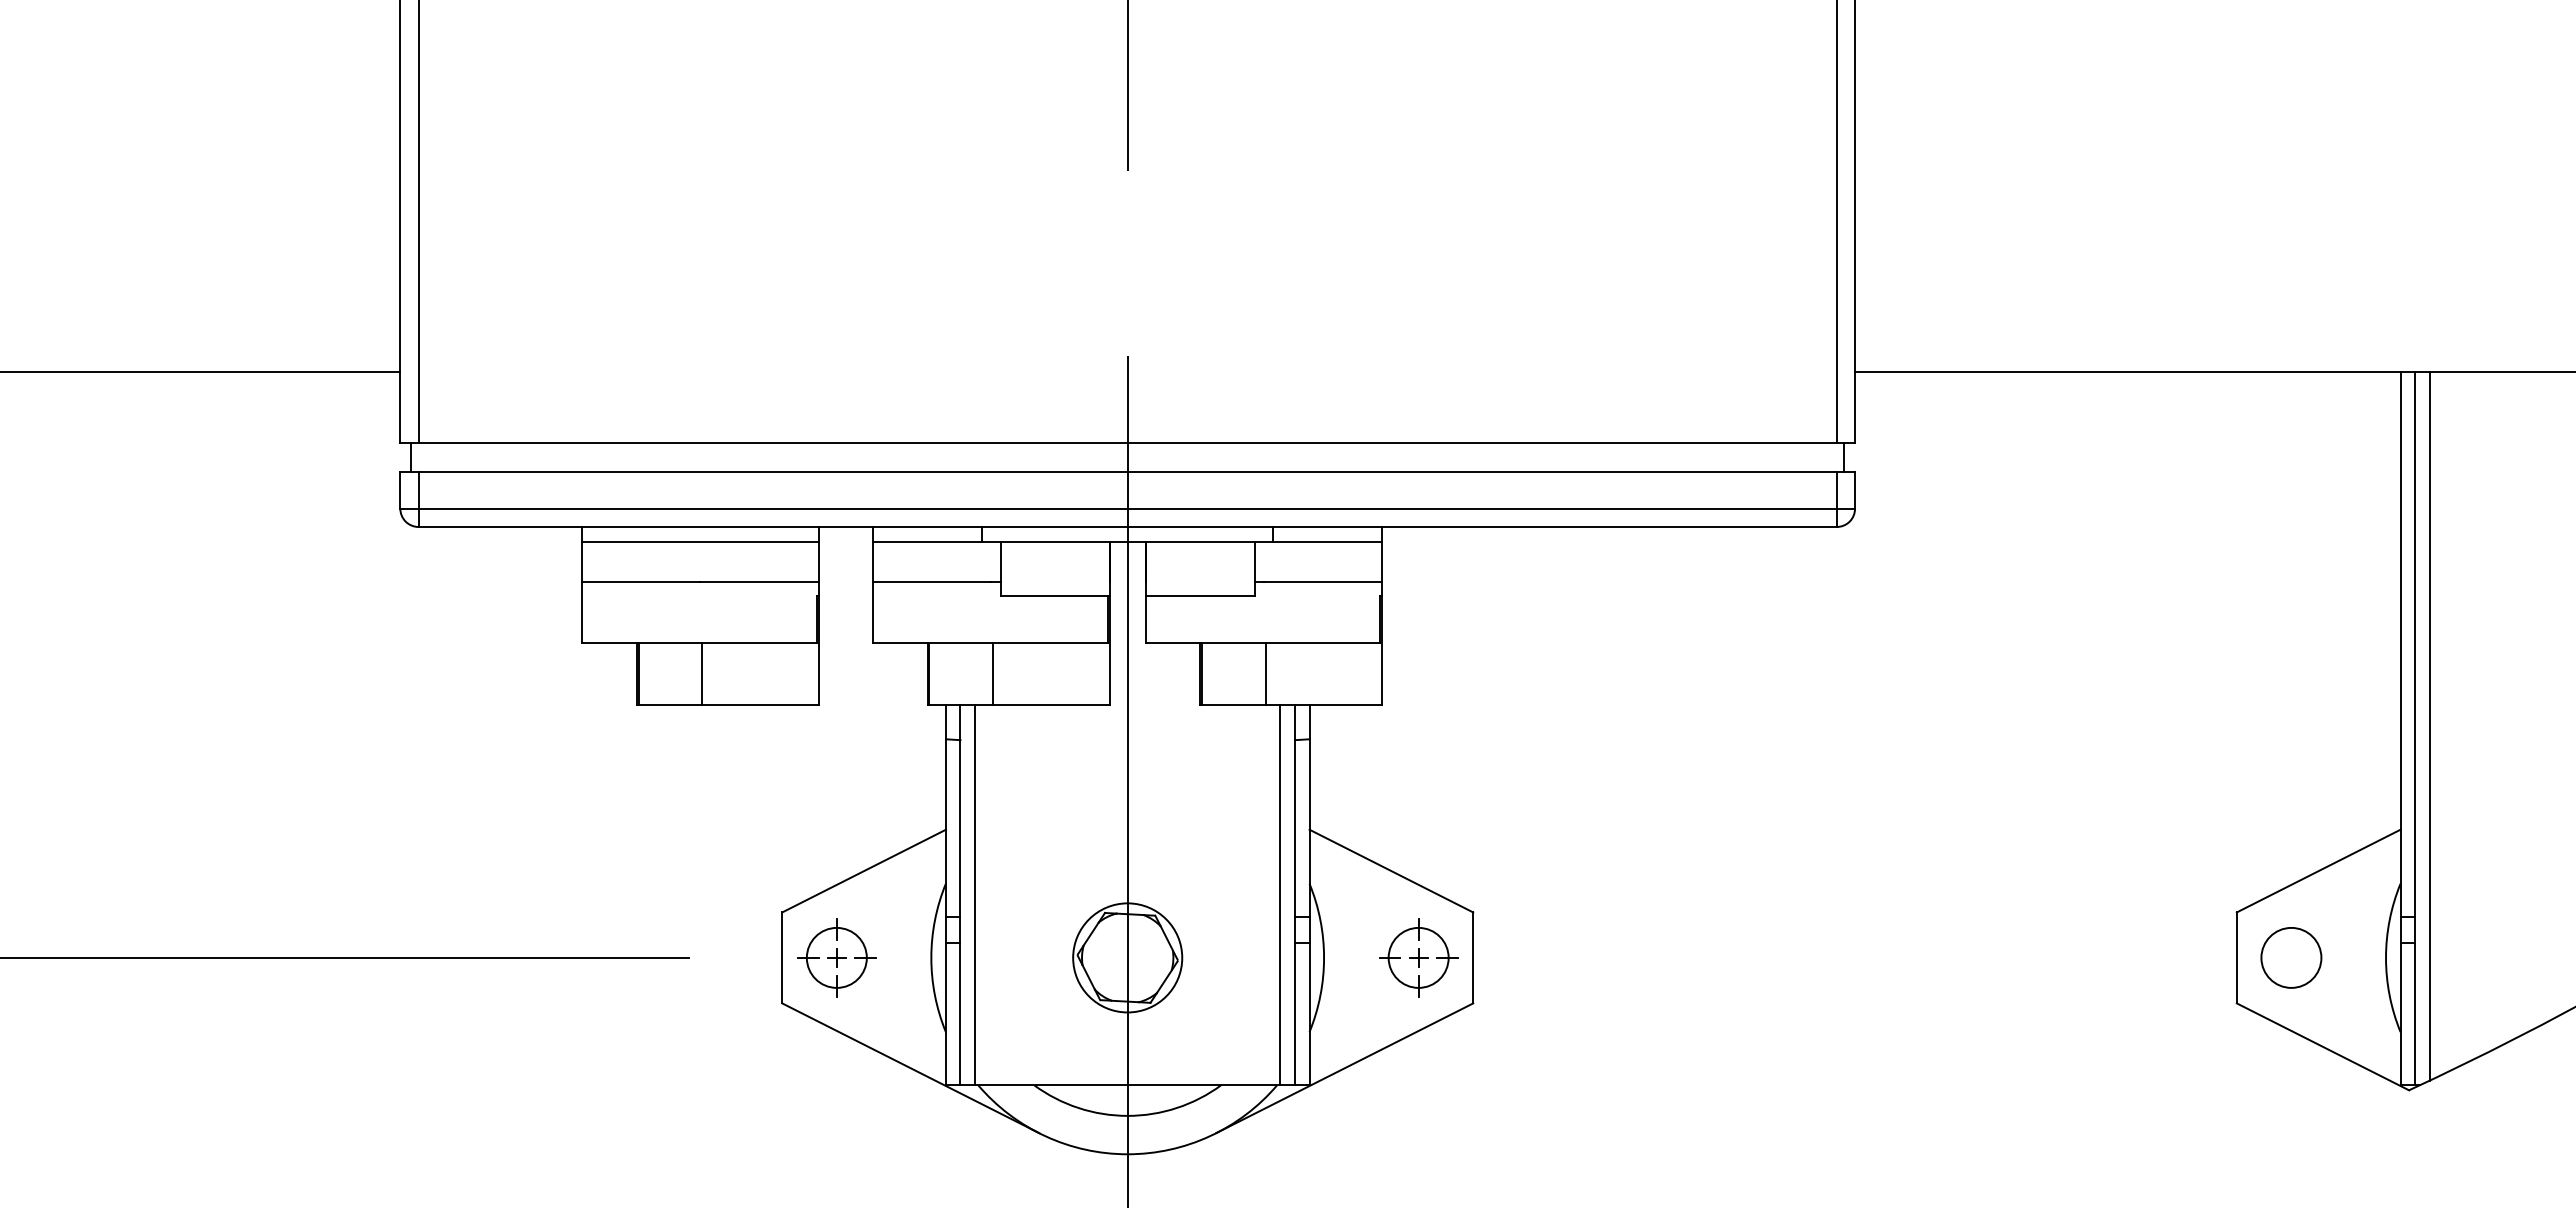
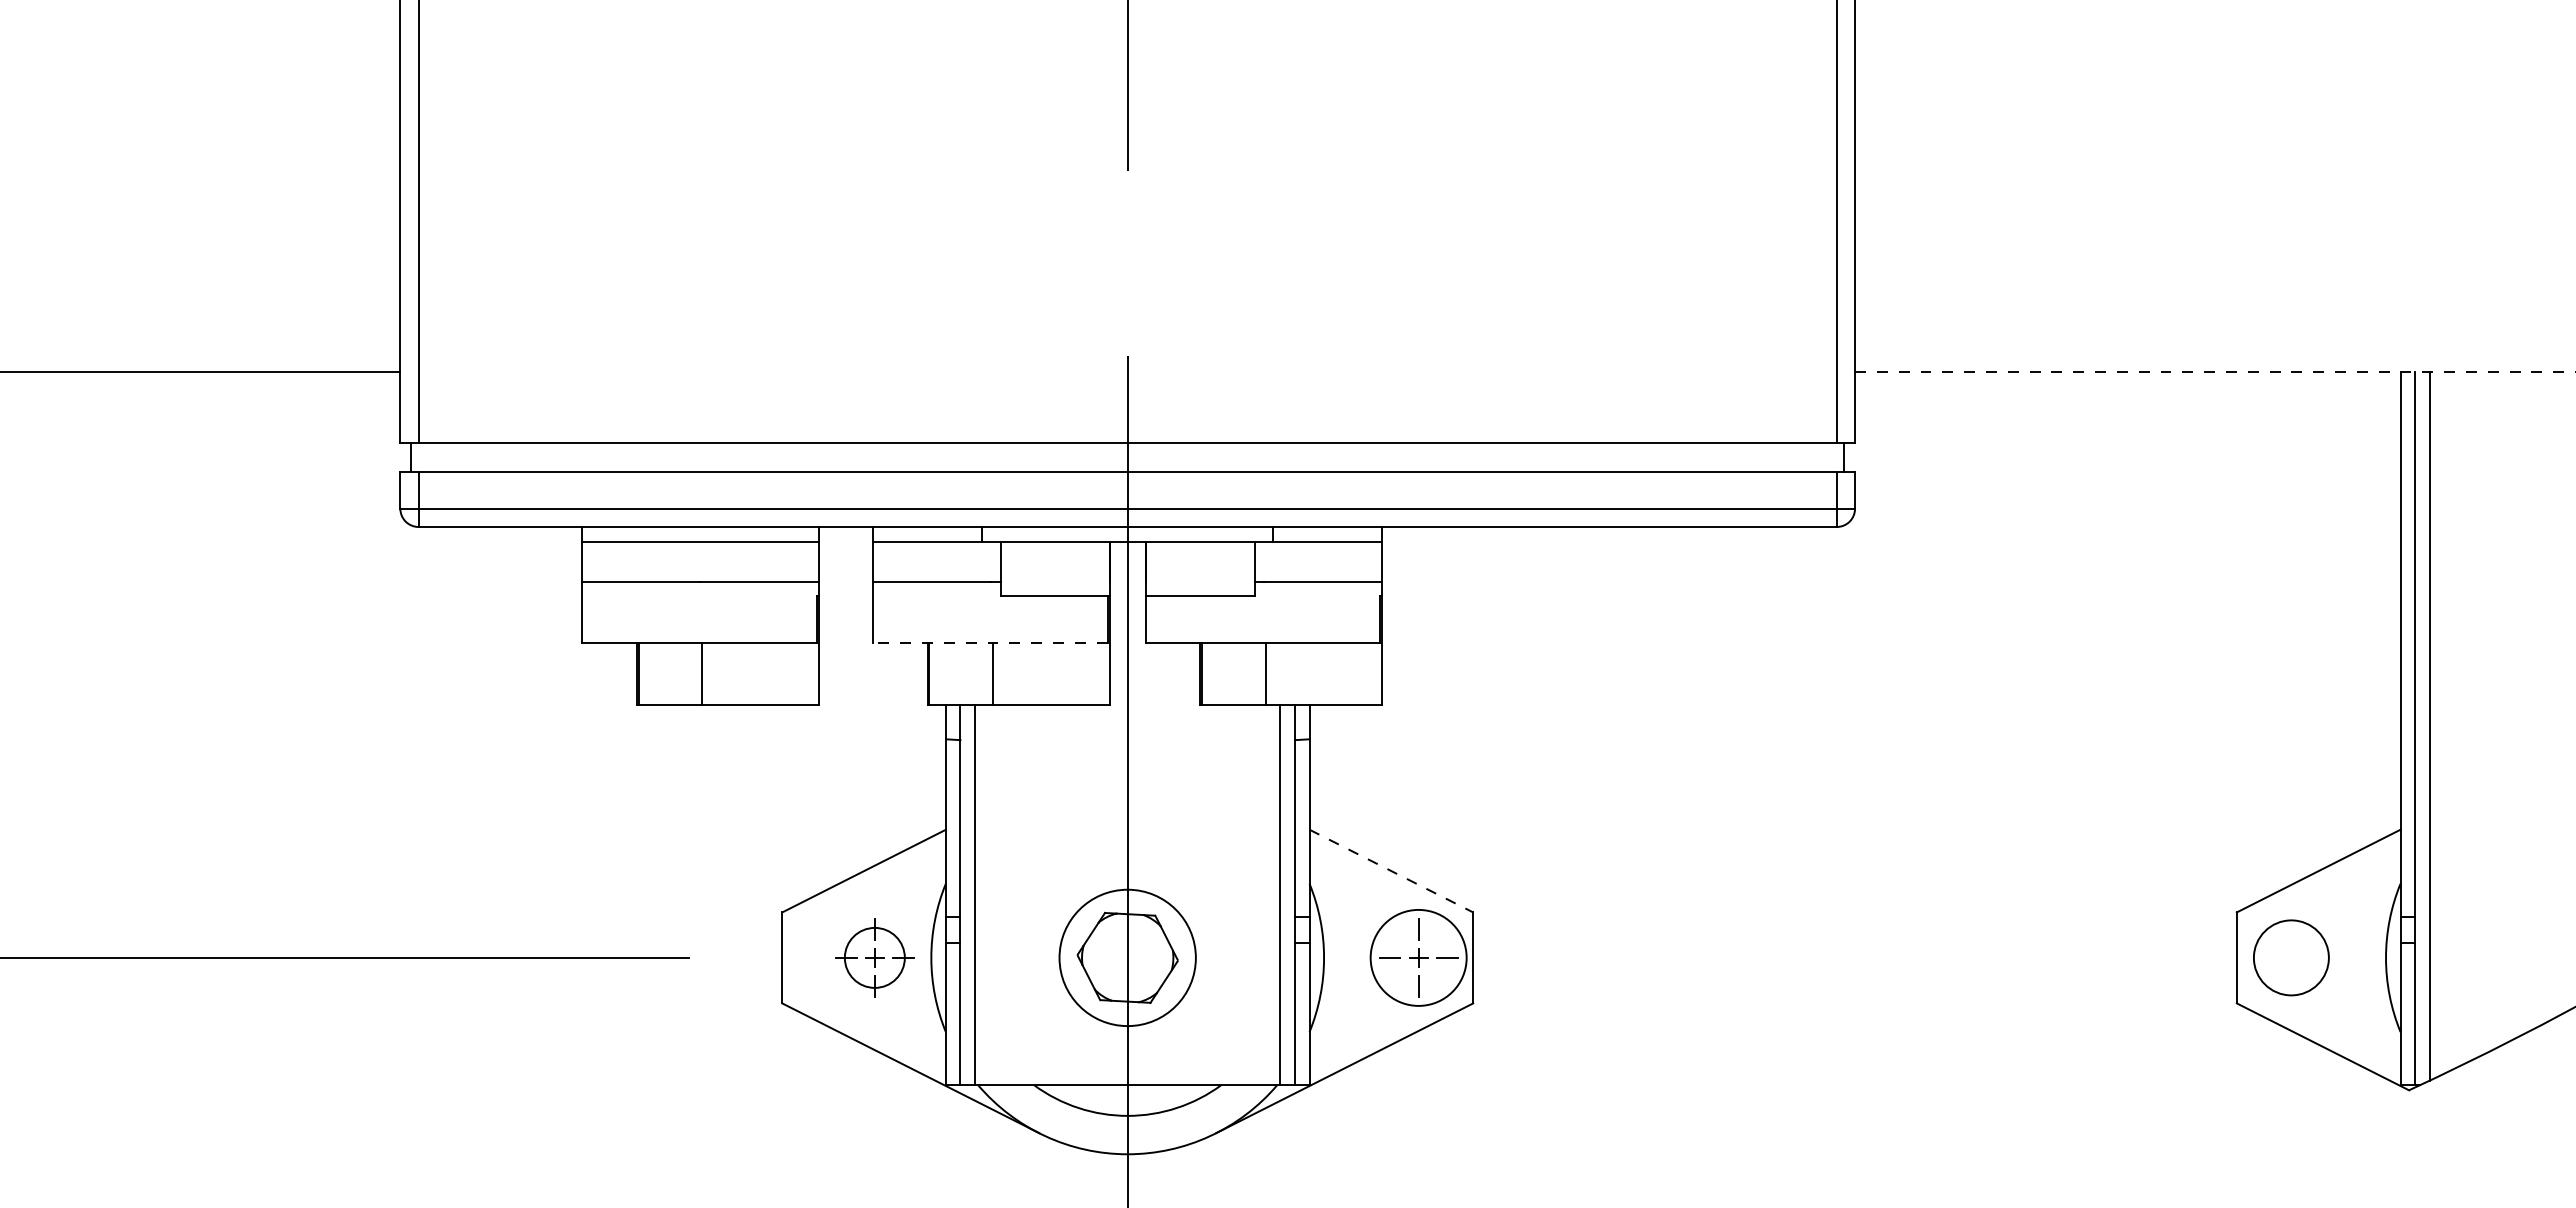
line at (2215, 372): solid -> dashed
line at (989, 643): solid -> dashed
line at (1391, 871): solid -> dashed
part at (836, 957) position: (836, 957) -> (874, 957)
circle at (1127, 957) diameter: 109 px -> 136 px
circle at (1418, 957) diameter: 60 px -> 96 px
circle at (2291, 957) size: 63x62 px -> 77x78 px
